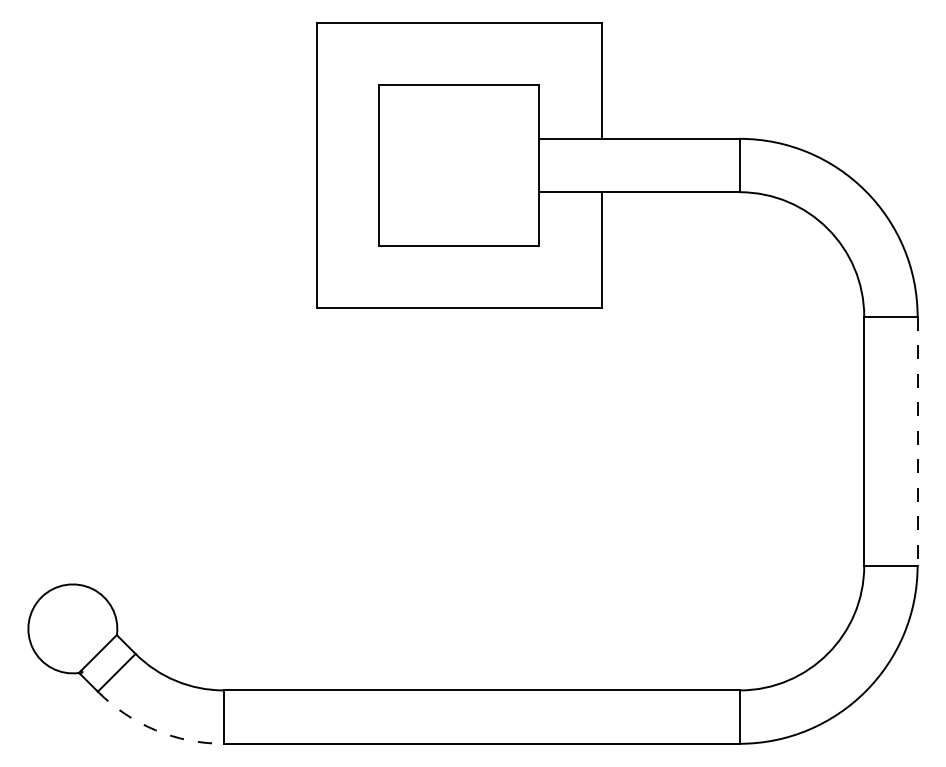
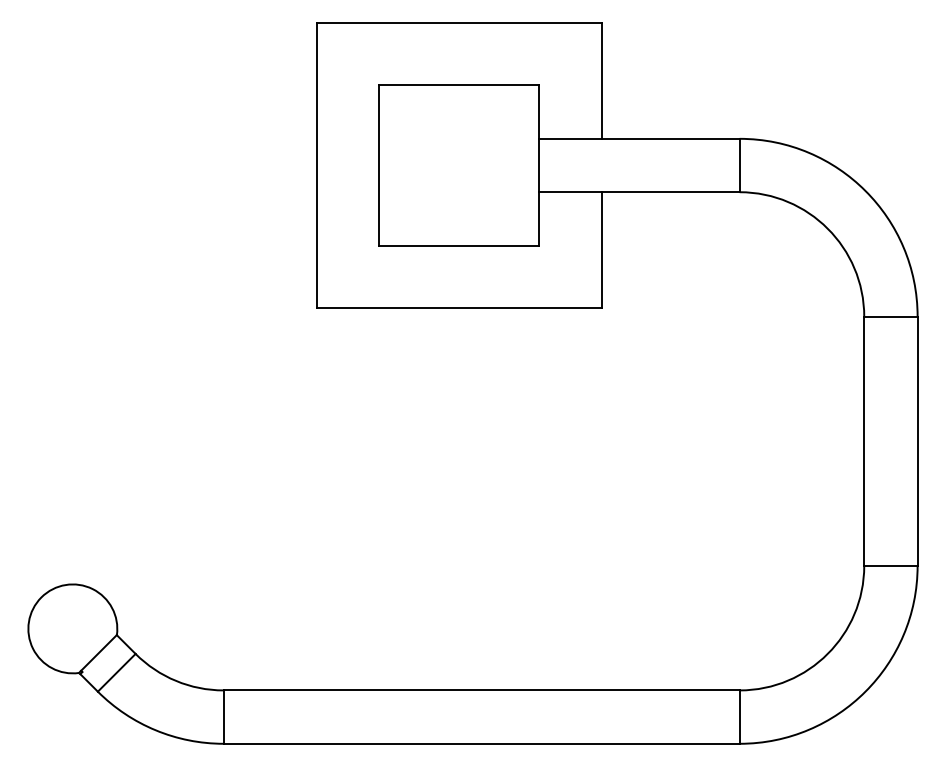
line at (917, 441): dashed -> solid
arc at (155, 730): dashed -> solid
